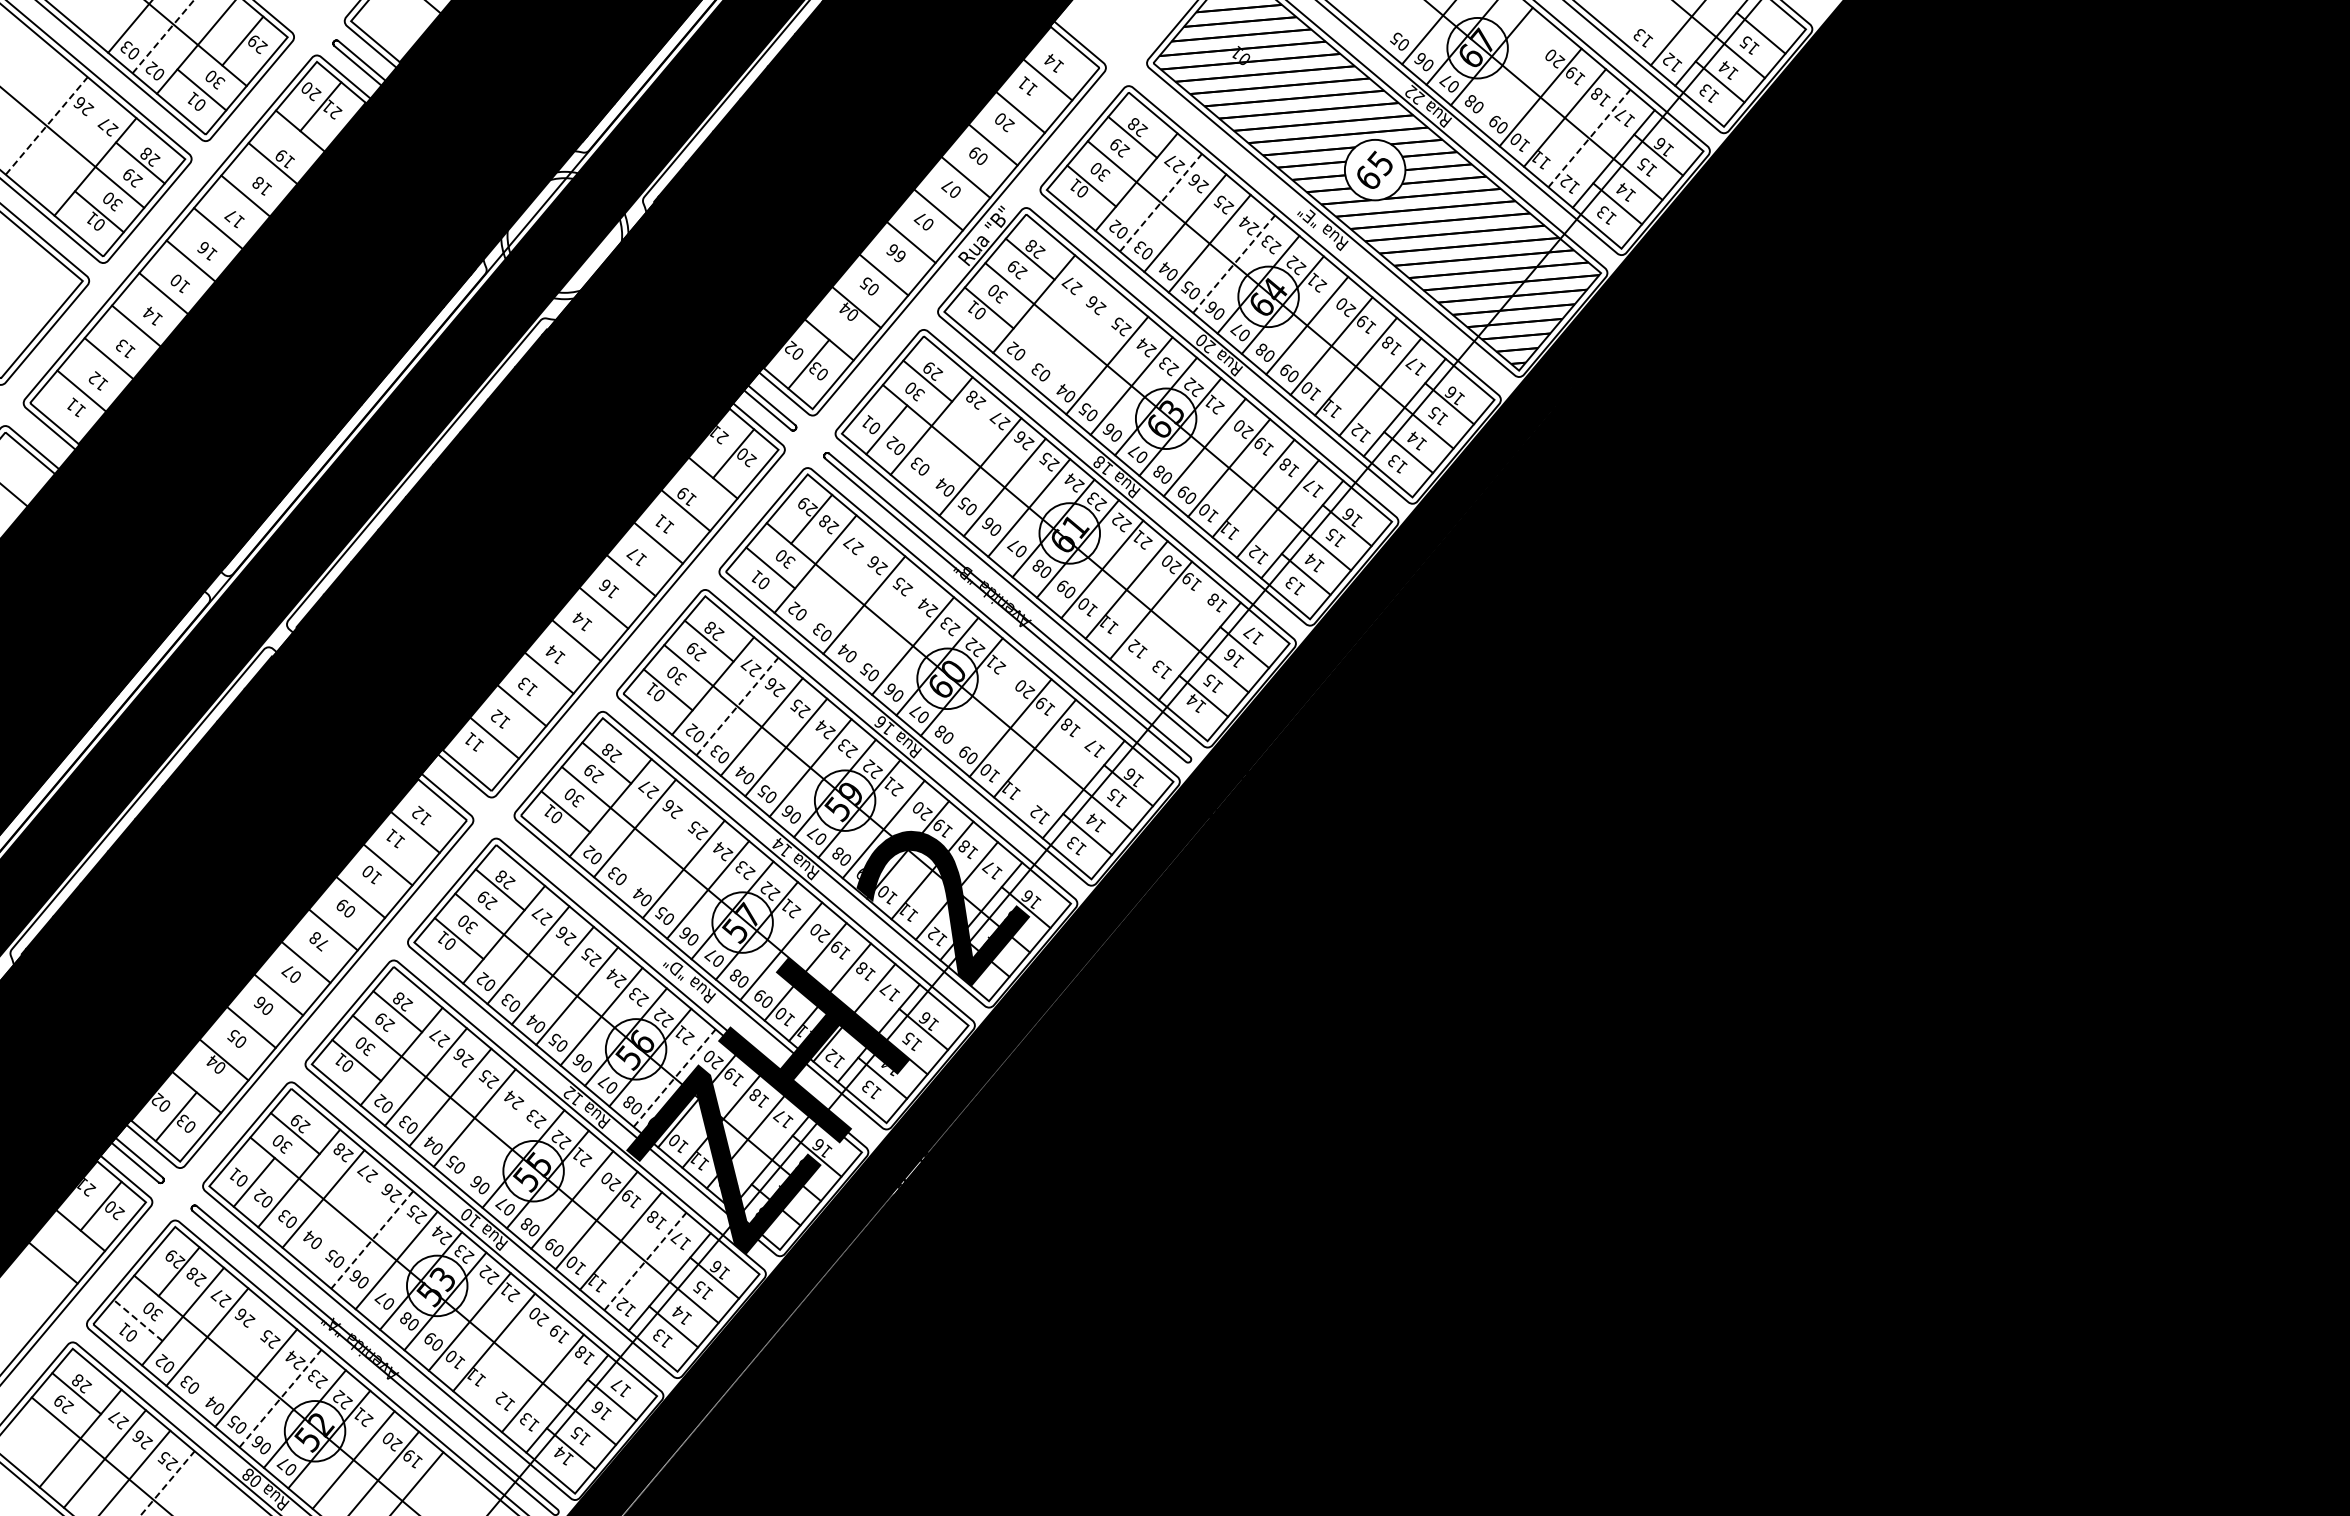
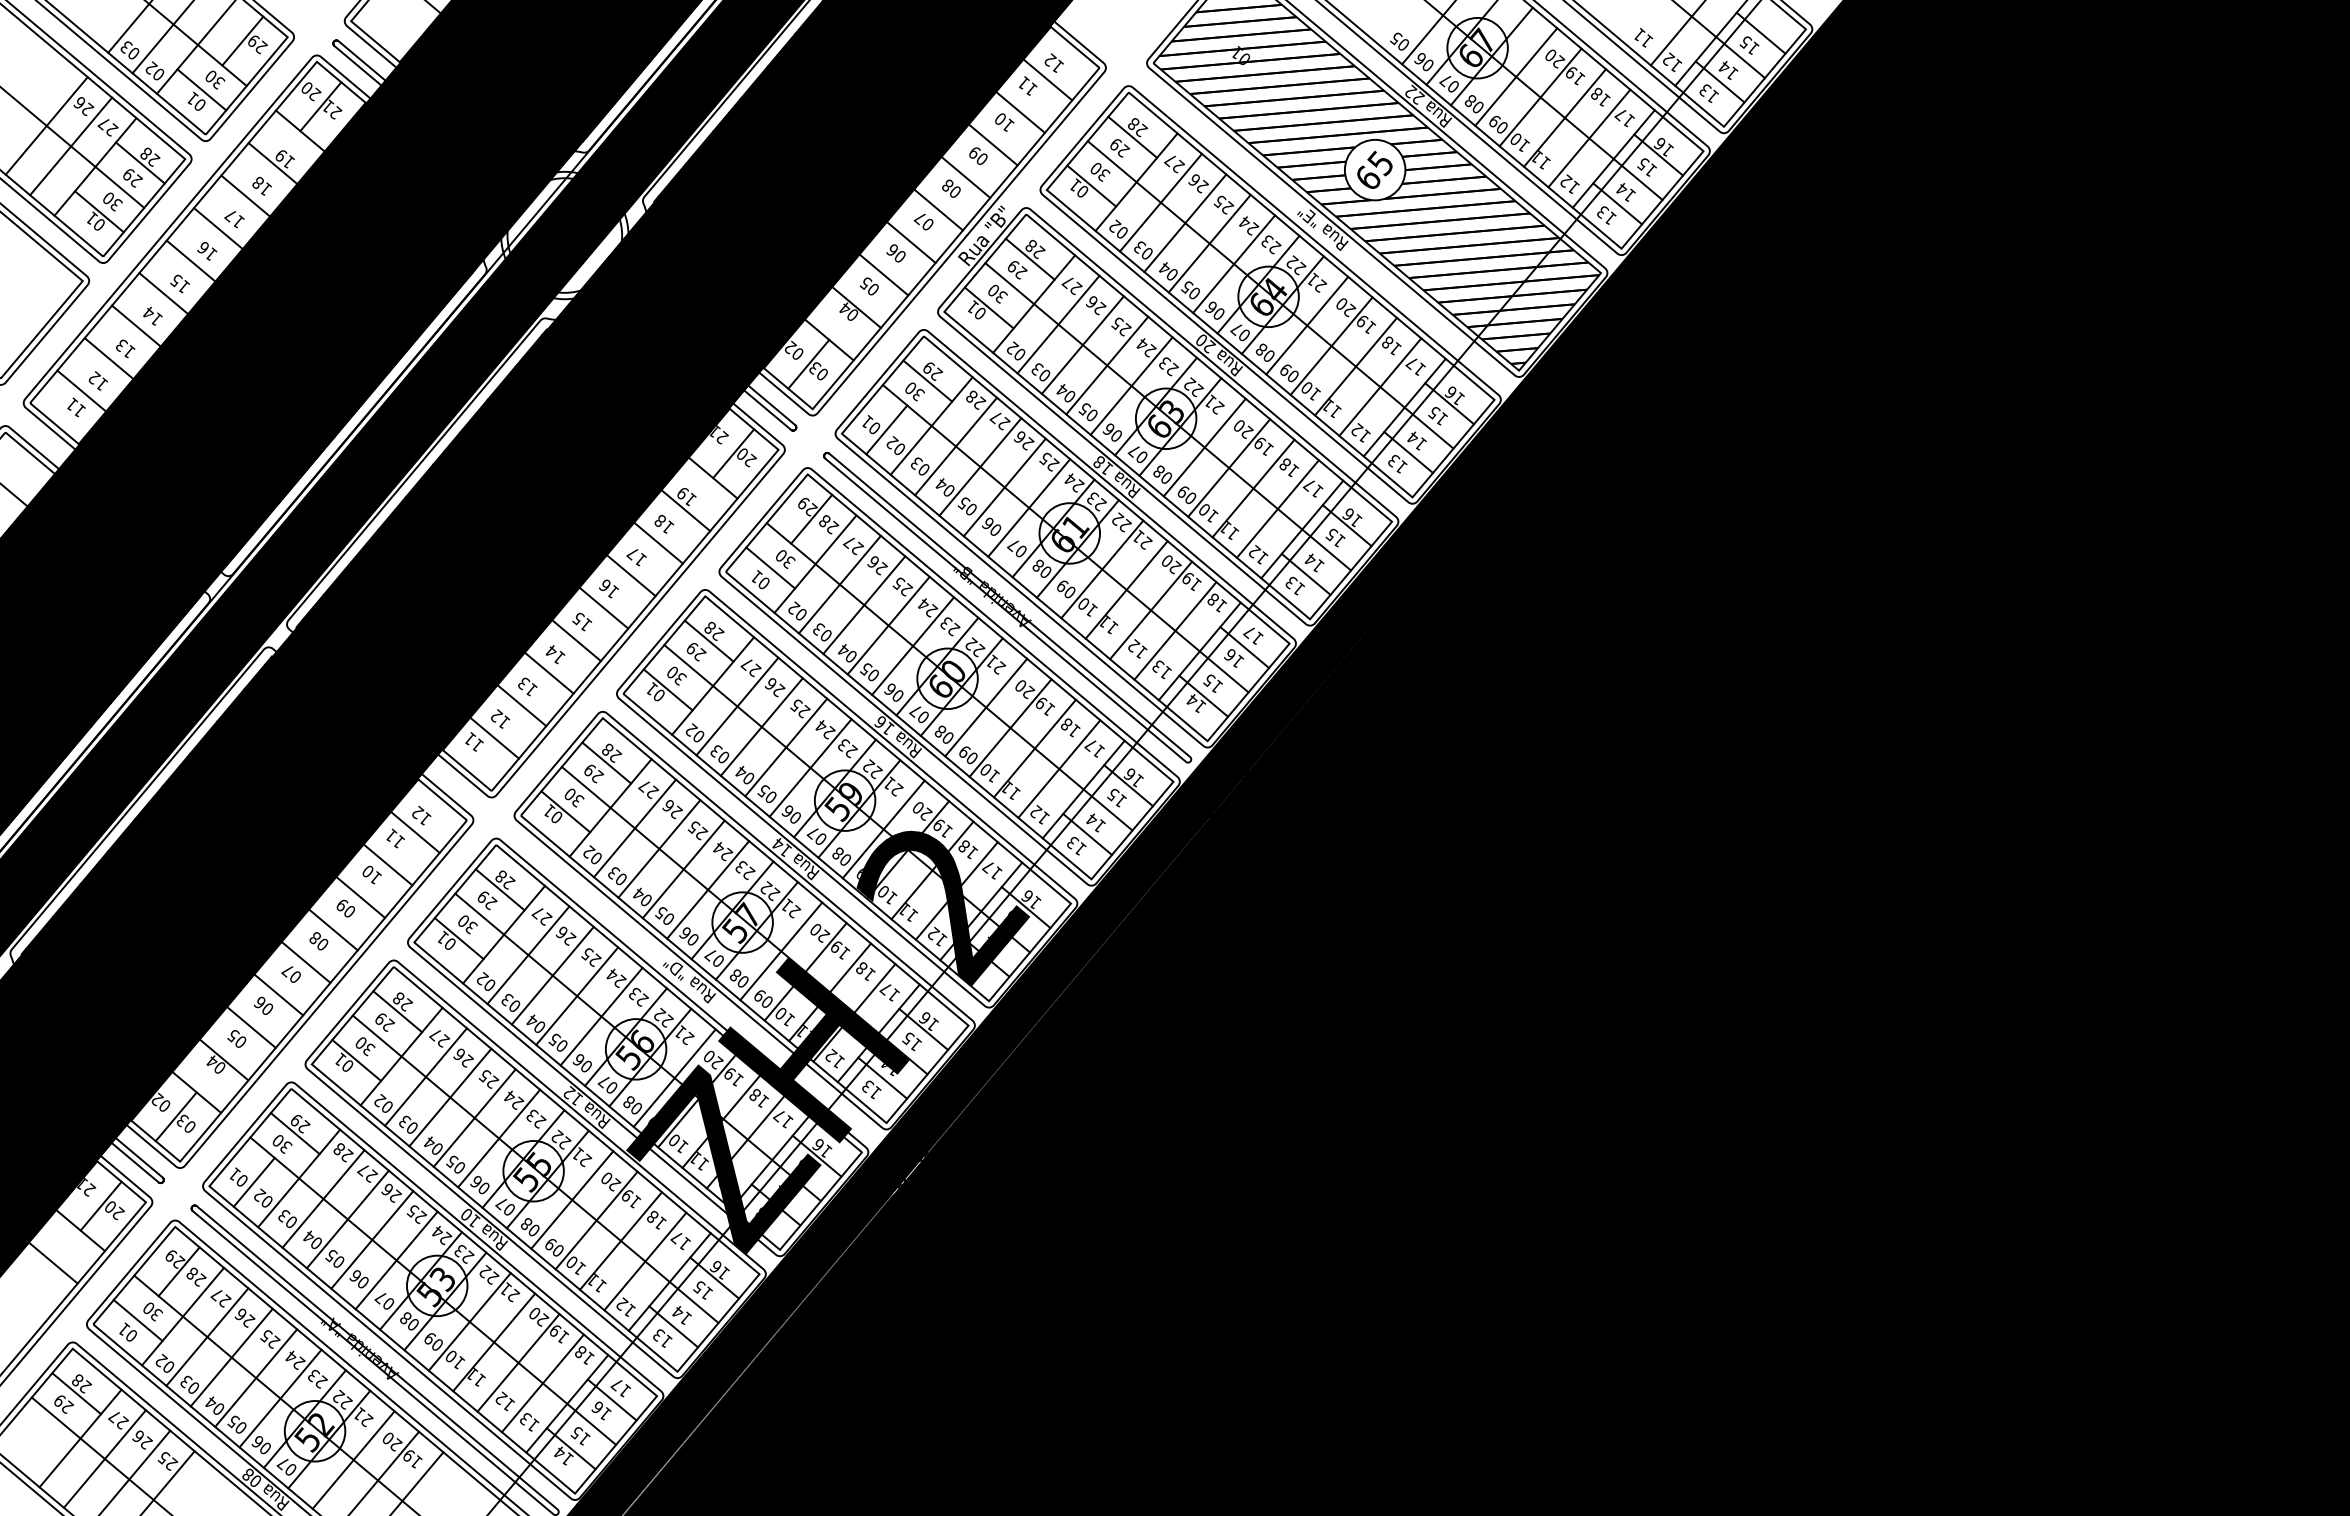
text at (1639, 34): 13 -> 11
line at (163, 36): dashed -> solid
text at (1050, 59): 14 -> 12
line at (1516, 76): none -> present
line at (46, 125): dashed -> solid
text at (1008, 126): 20 -> 10
line at (1589, 138): dashed -> solid
line at (71, 146): none -> present
text at (947, 185): 07 -> 08
line at (1160, 202): dashed -> solid
text at (898, 256): 66 -> 06
line at (1234, 264): dashed -> solid
text at (176, 281): 10 -> 15
line at (1058, 324): none -> present
line at (1082, 344): none -> present
line at (956, 446): none -> present
text at (660, 520): 11 -> 18
line at (839, 584): none -> present
text at (578, 618): 14 -> 15
line at (888, 625): none -> present
line at (1175, 630): none -> present
line at (737, 706): dashed -> solid
line at (986, 707): none -> present
line at (1059, 768): none -> present
line at (659, 848): none -> present
text at (322, 944): 78 -> 08
line at (674, 1078): dashed -> solid
line at (499, 1138): none -> present
line at (347, 1219): none -> present
line at (372, 1239): dashed -> solid
line at (645, 1261): dashed -> solid
line at (138, 1320): dashed -> solid
line at (231, 1357): none -> present
line at (518, 1362): none -> present
line at (280, 1398): dashed -> solid
line at (167, 1483): dashed -> solid
